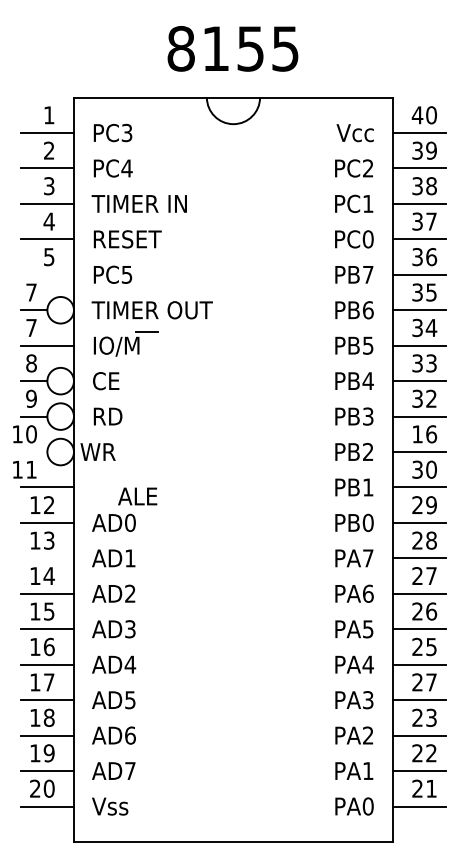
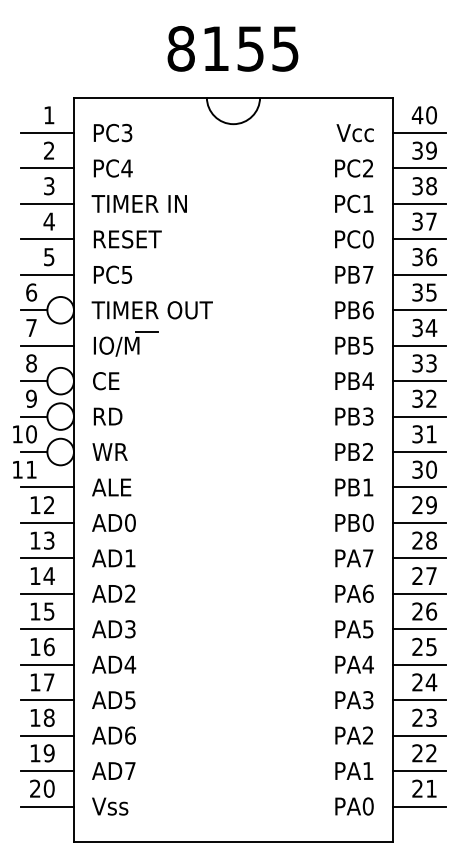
line at (46, 274): none -> present
text at (31, 292): 7 -> 6
text at (424, 434): 16 -> 31
text at (97, 451) position: (97, 451) -> (109, 451)
line at (33, 452): none -> present
text at (137, 496) position: (137, 496) -> (111, 487)
line at (46, 558): none -> present
text at (431, 682): 27 -> 24
